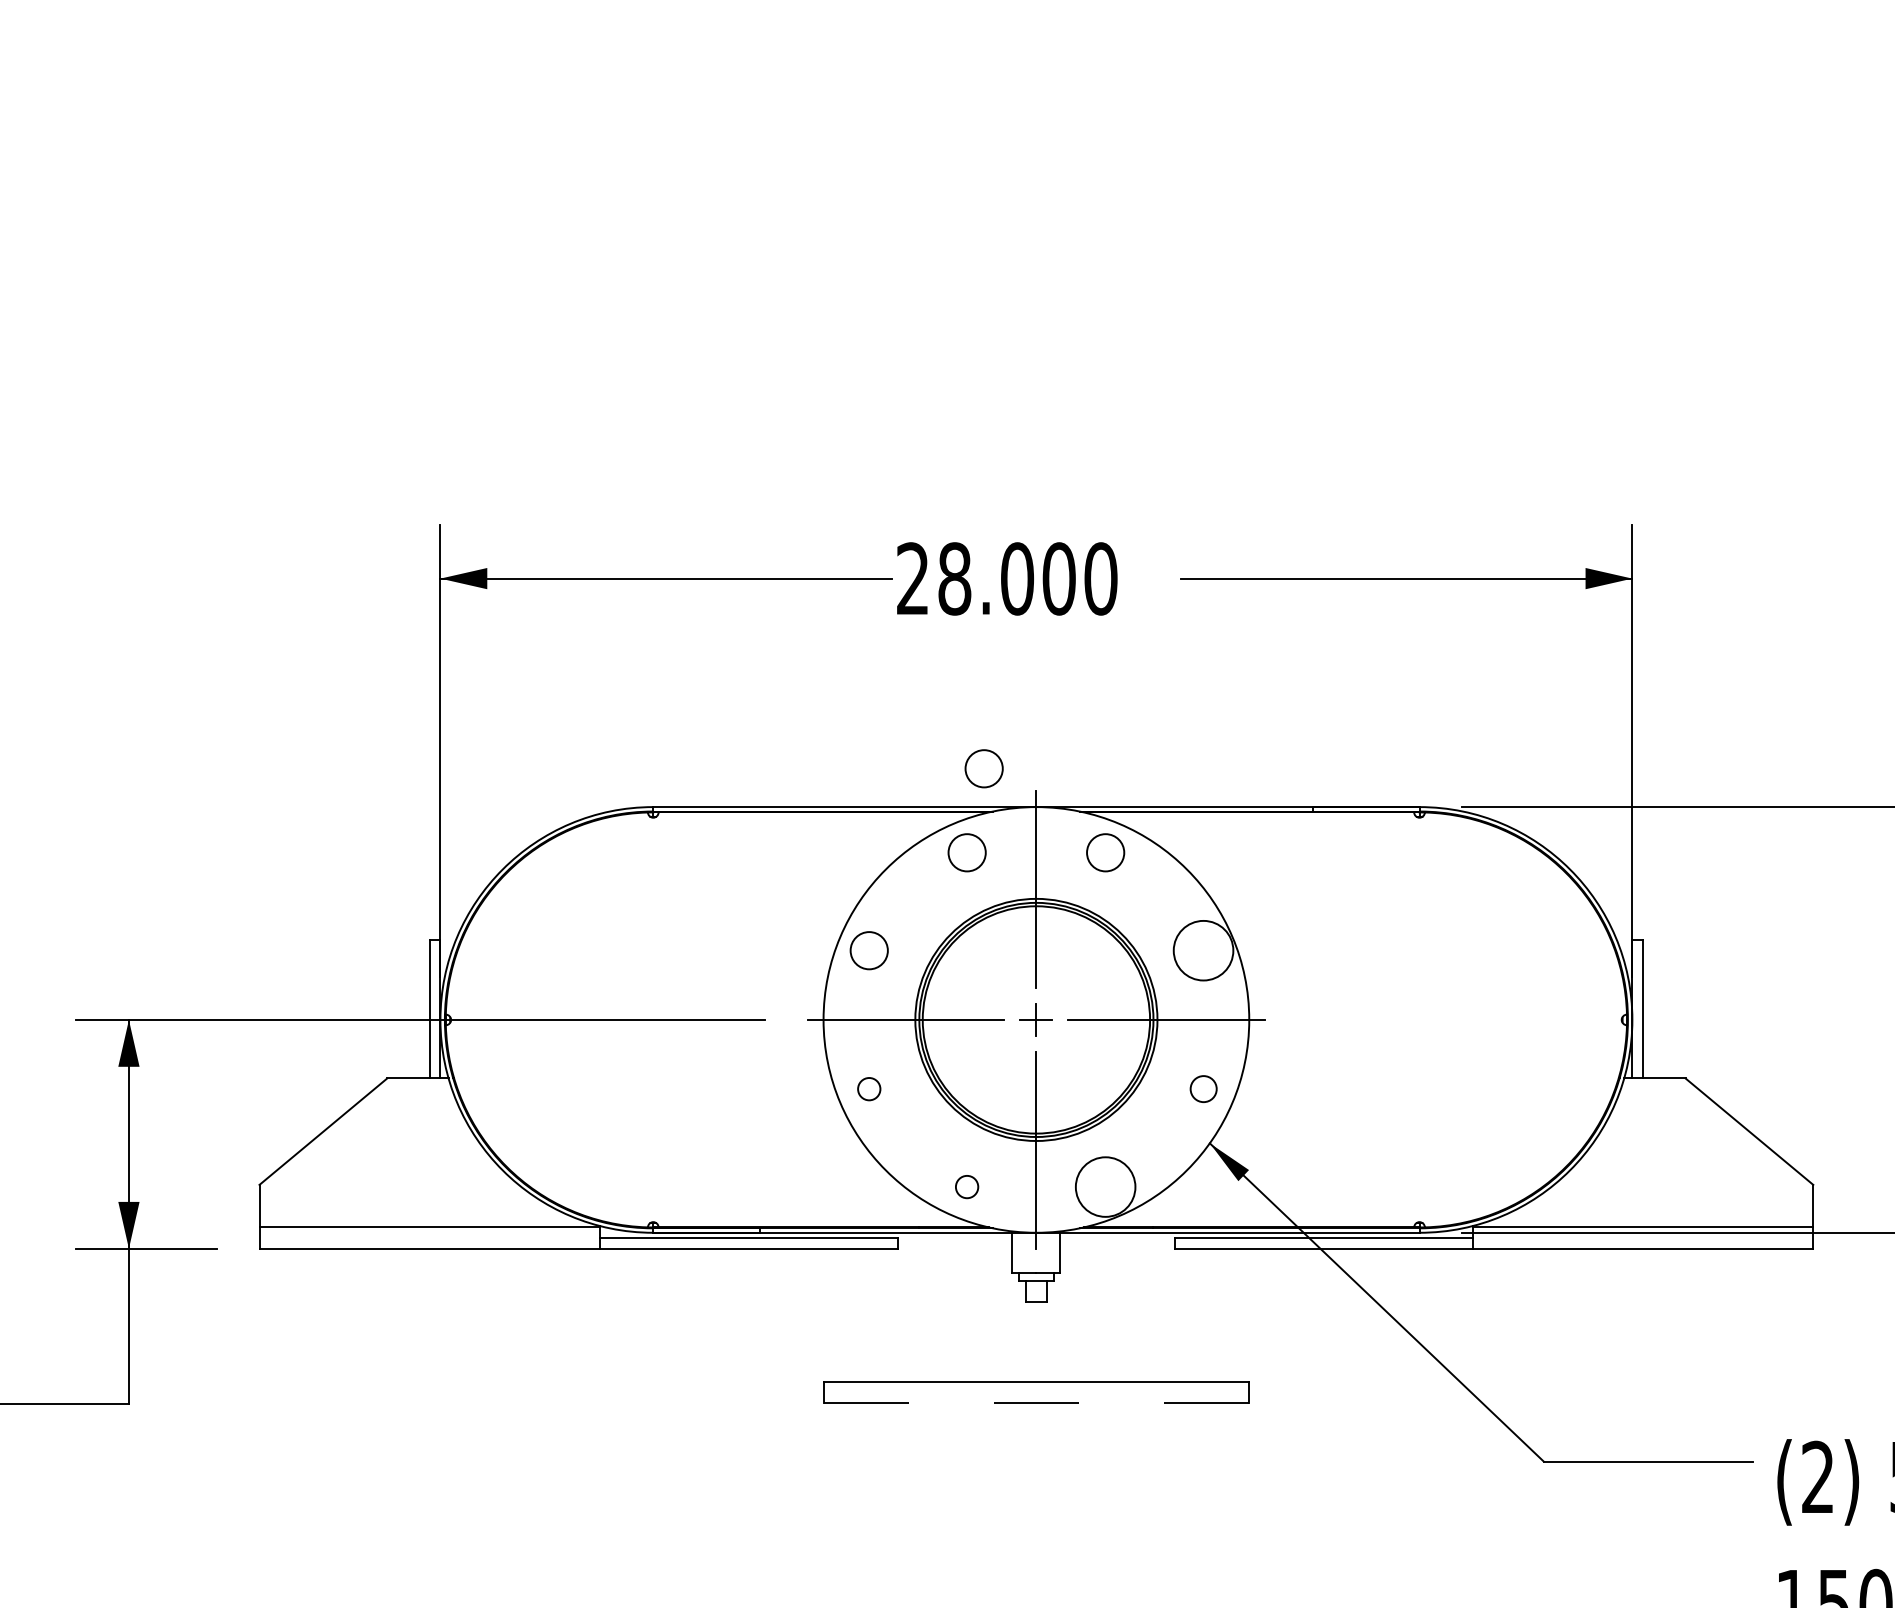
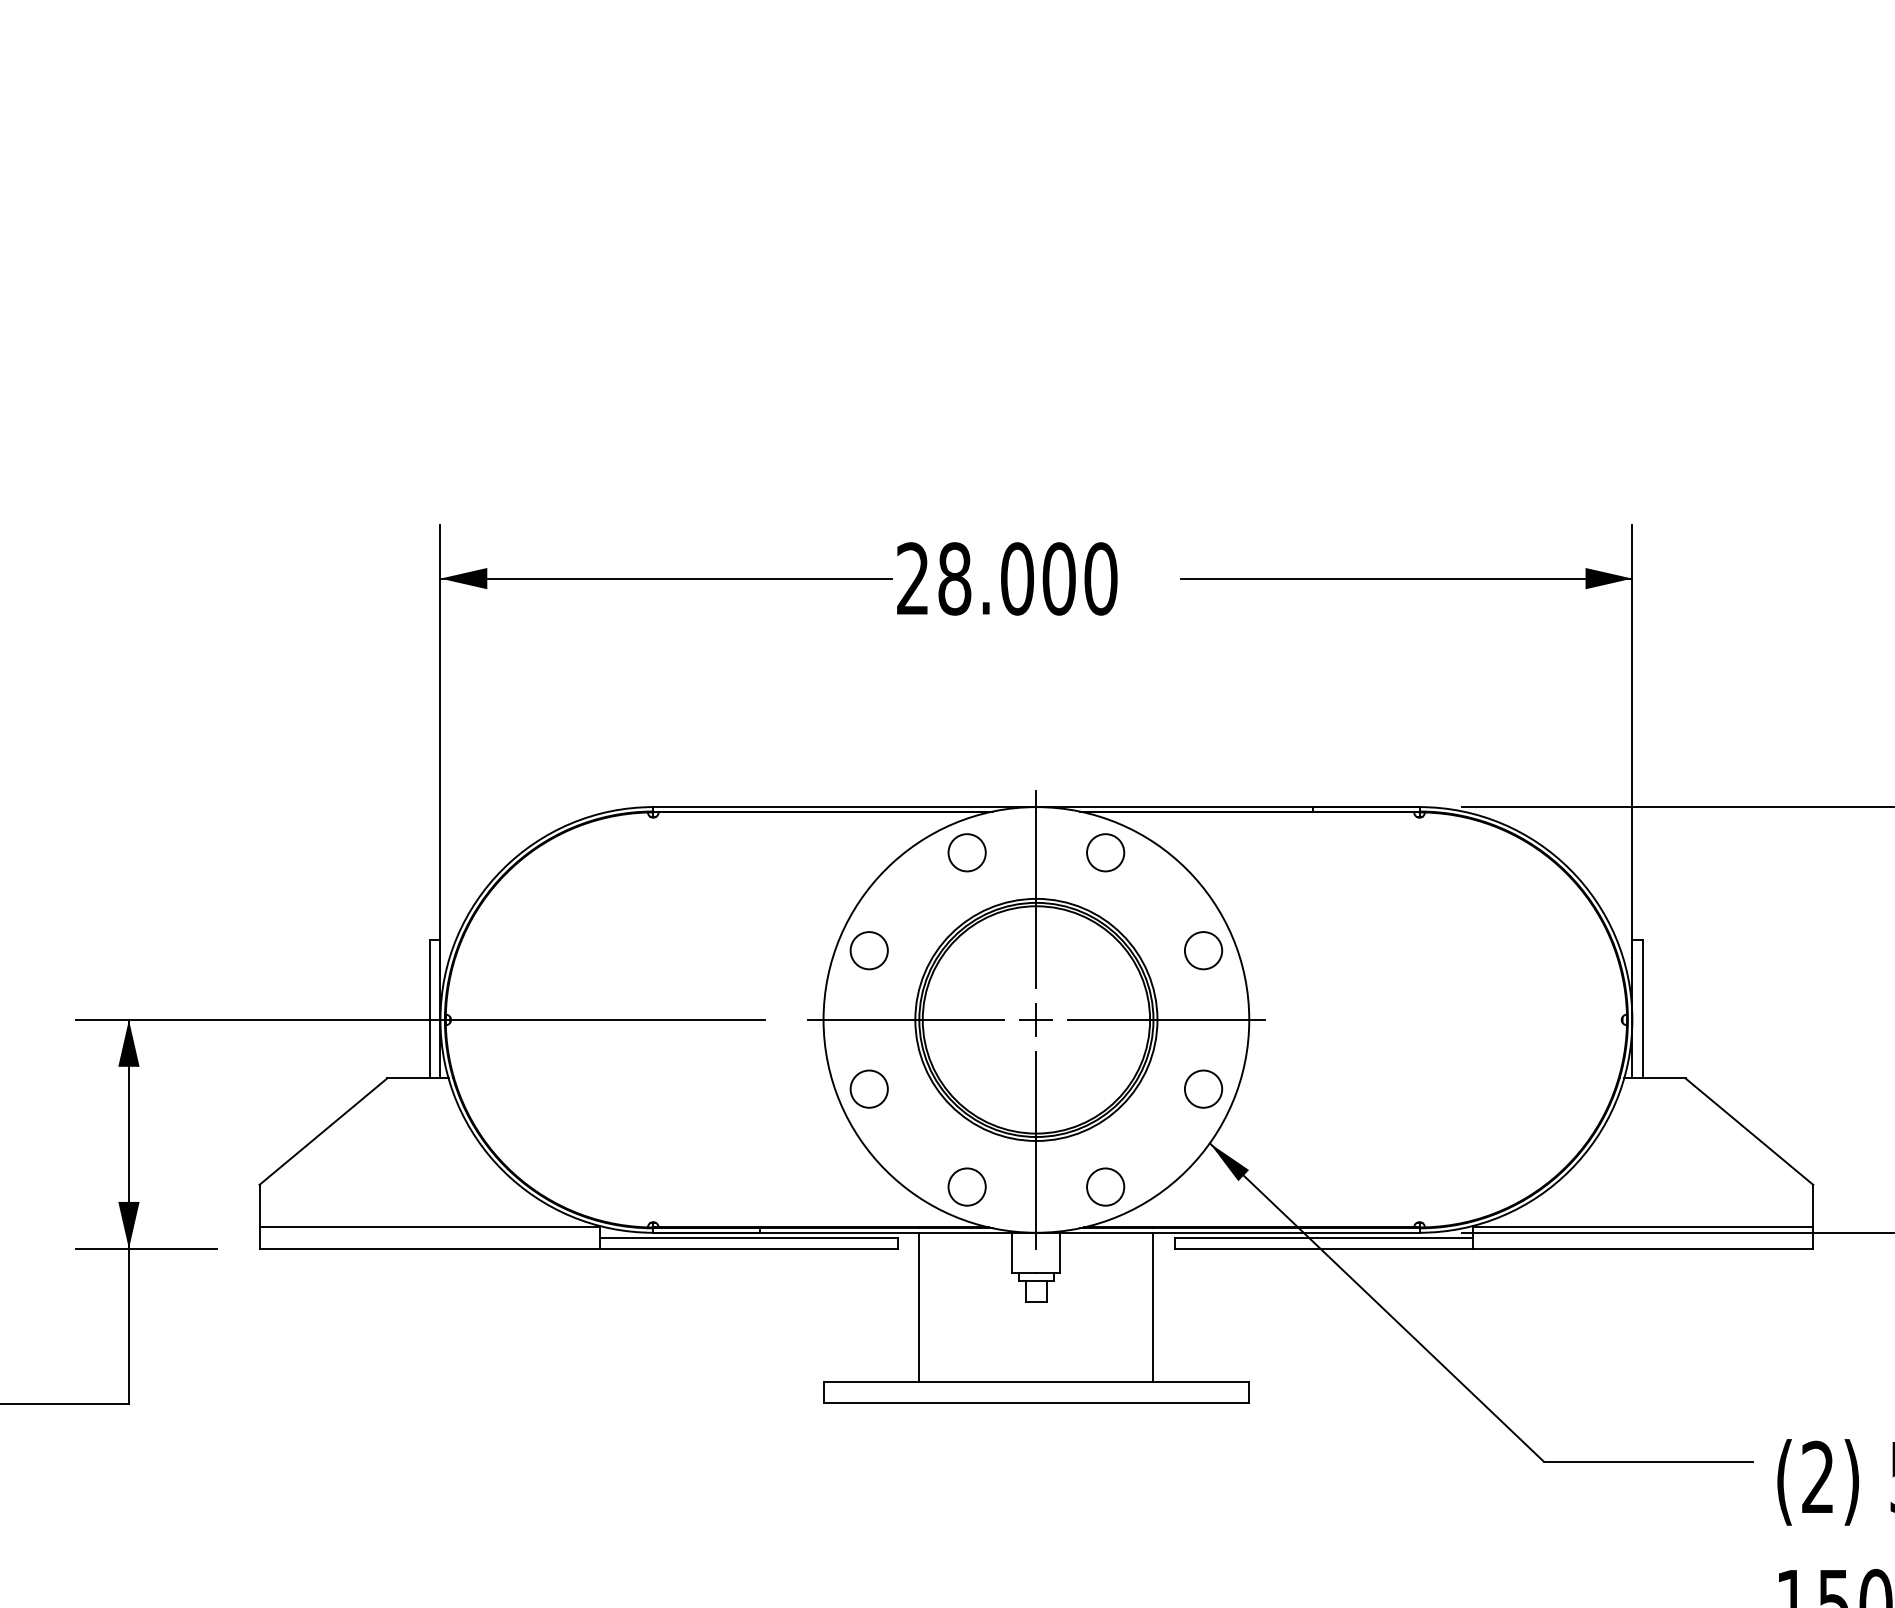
circle at (983, 768): present -> none
circle at (1203, 950) diameter: 60 px -> 37 px
circle at (1203, 1088) size: 29x28 px -> 40x40 px
circle at (869, 1089) diameter: 22 px -> 37 px
circle at (1105, 1186) diameter: 60 px -> 37 px
circle at (967, 1187) size: 25x25 px -> 40x40 px
line at (919, 1306): none -> present
line at (1153, 1306): none -> present
line at (1036, 1403): dashed -> solid
